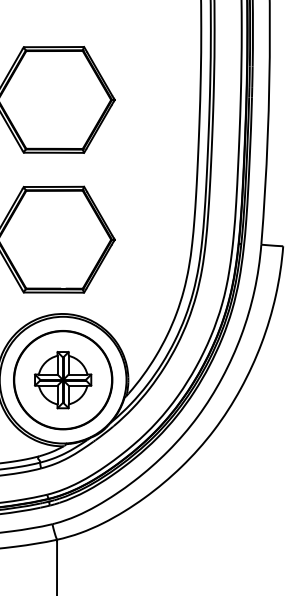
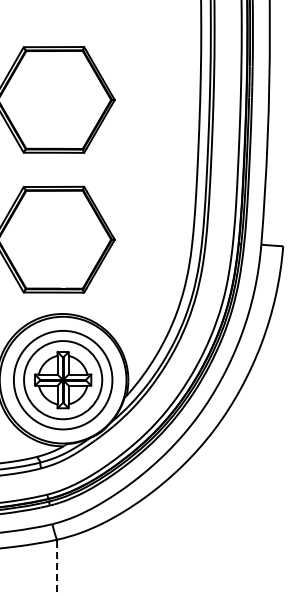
circle at (63, 380) diameter: 98 px -> 78 px
line at (57, 568): solid -> dashed
